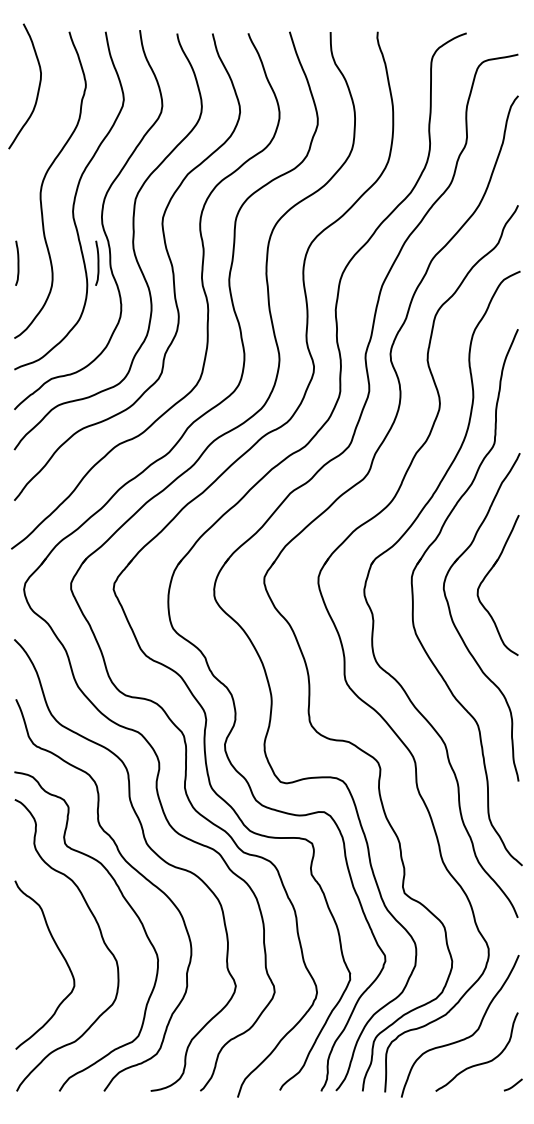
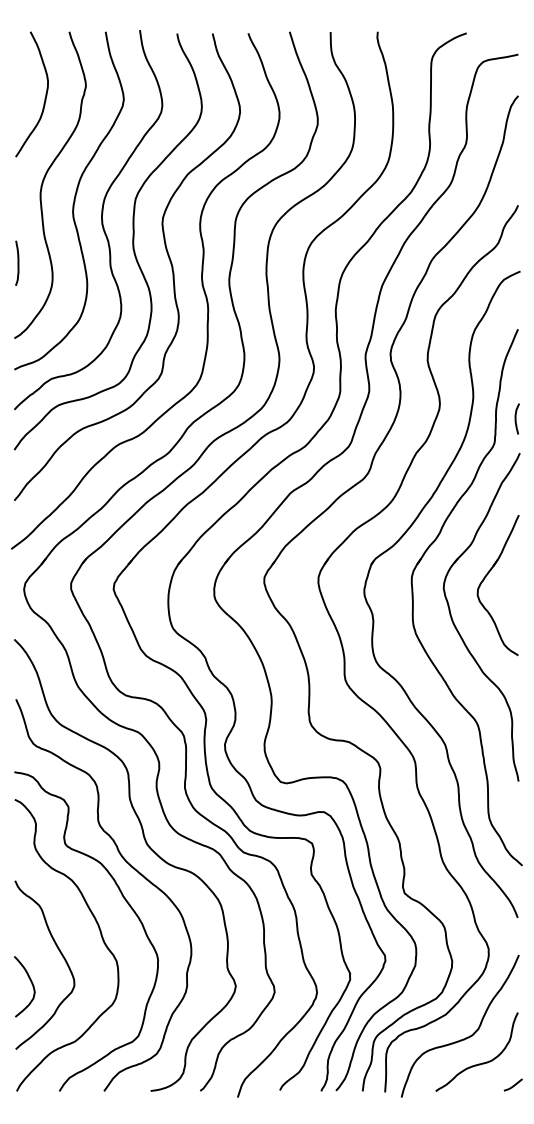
curve at (37, 90) position: (37, 90) -> (44, 98)
curve at (97, 262): present -> none
curve at (516, 418): none -> present
curve at (30, 982): none -> present
